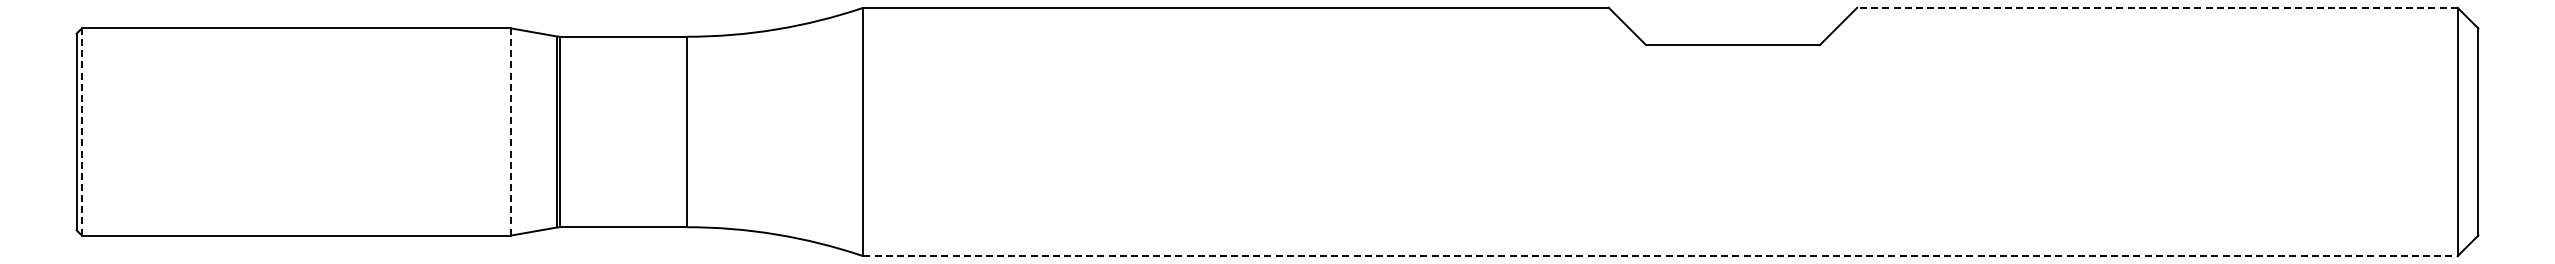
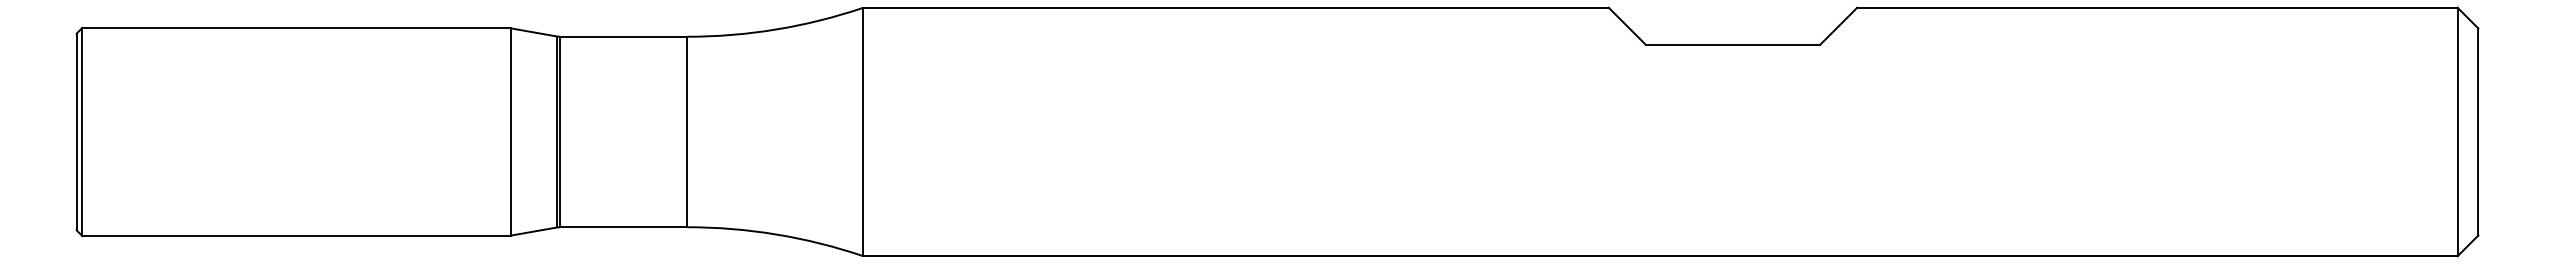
line at (2156, 7): dashed -> solid
line at (81, 132): dashed -> solid
line at (511, 132): dashed -> solid
line at (1661, 256): dashed -> solid
